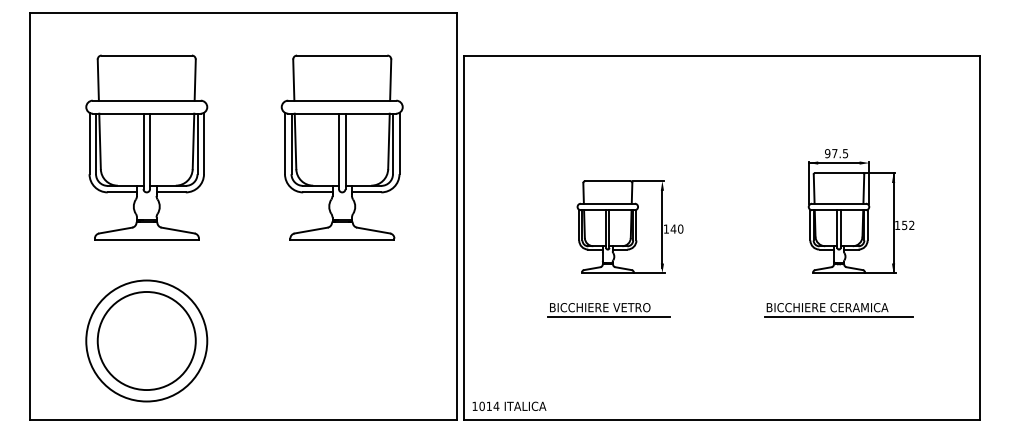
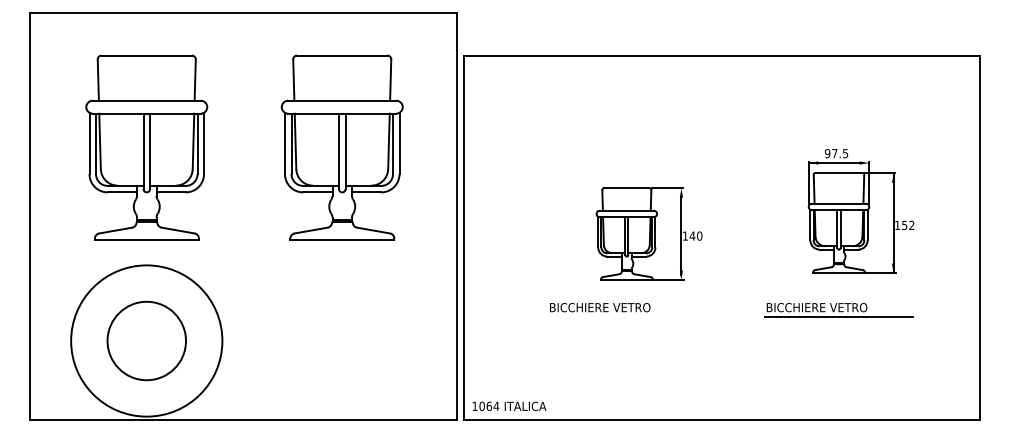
part at (629, 226) position: (629, 226) -> (648, 233)
text at (859, 307): BICCHIERE CERAMICA -> BICCHIERE VETRO
line at (609, 317): present -> none
circle at (146, 340) diameter: 121 px -> 151 px
circle at (146, 340) diameter: 98 px -> 78 px
text at (489, 405): 1014 -> 1064
